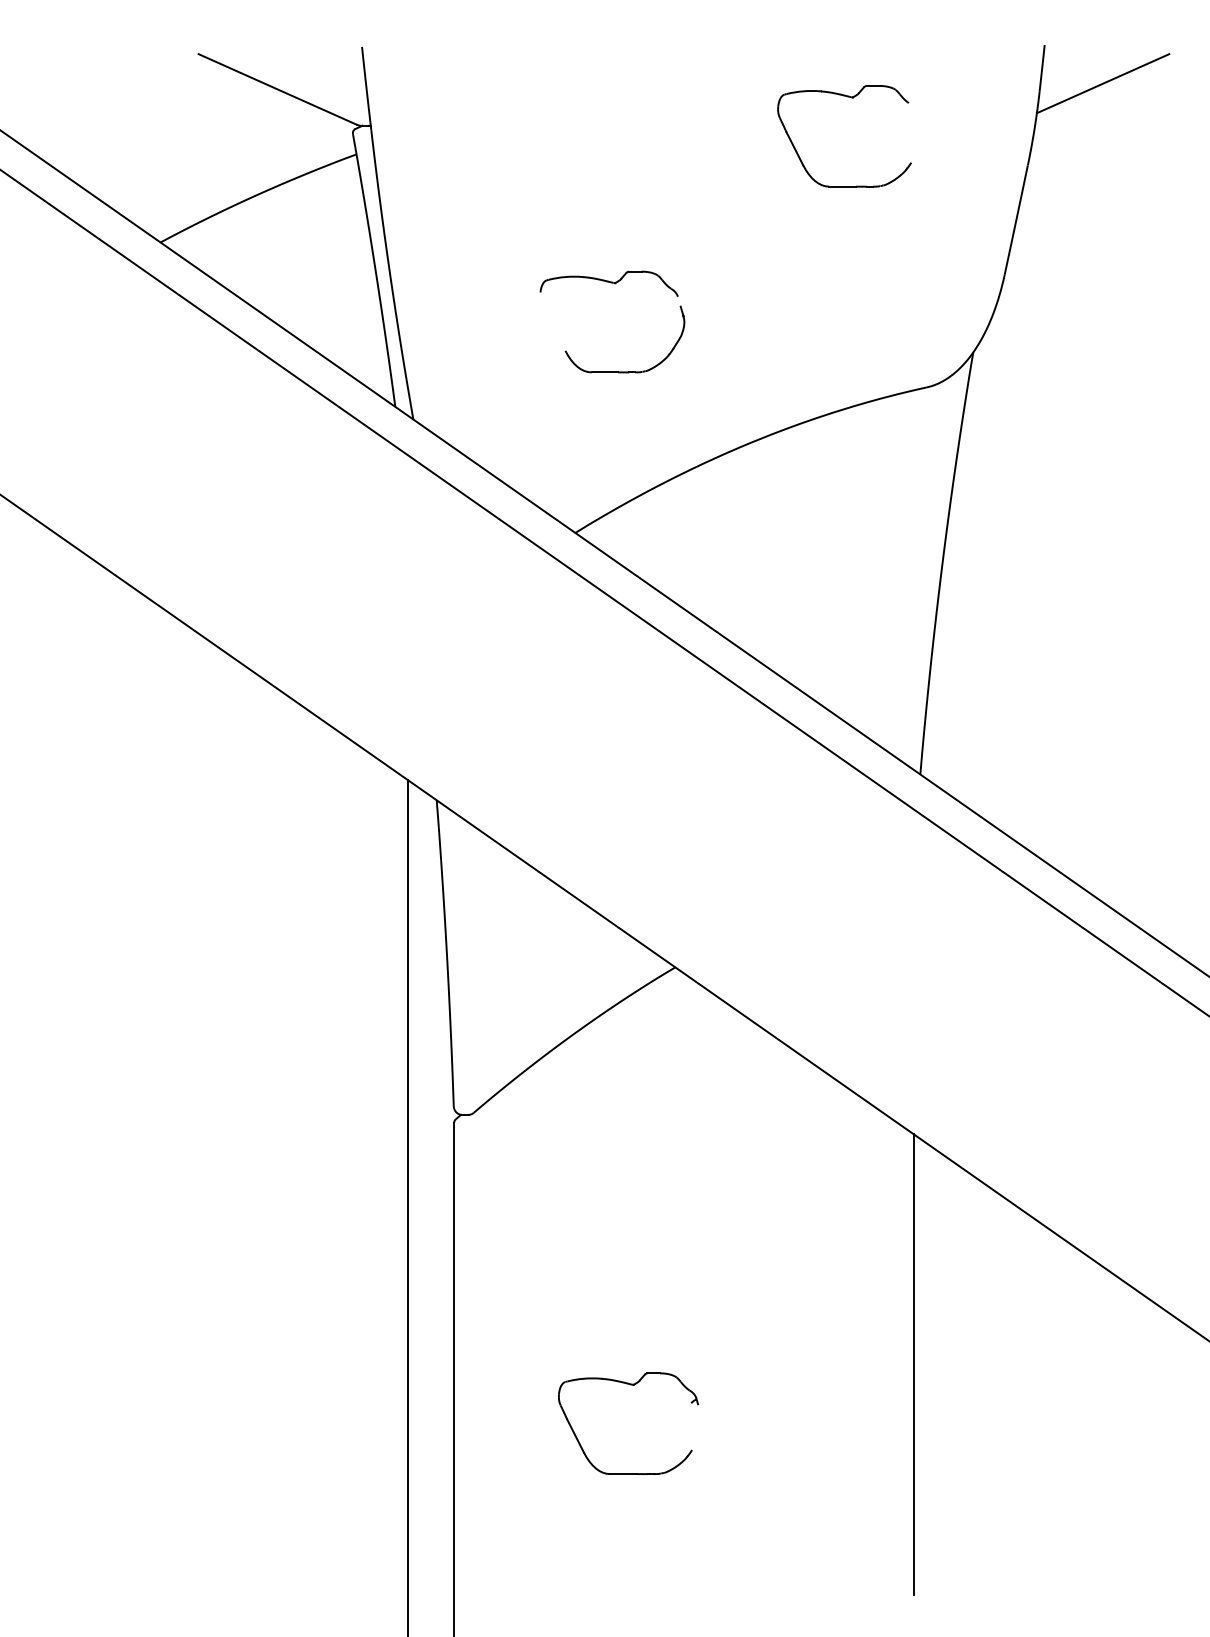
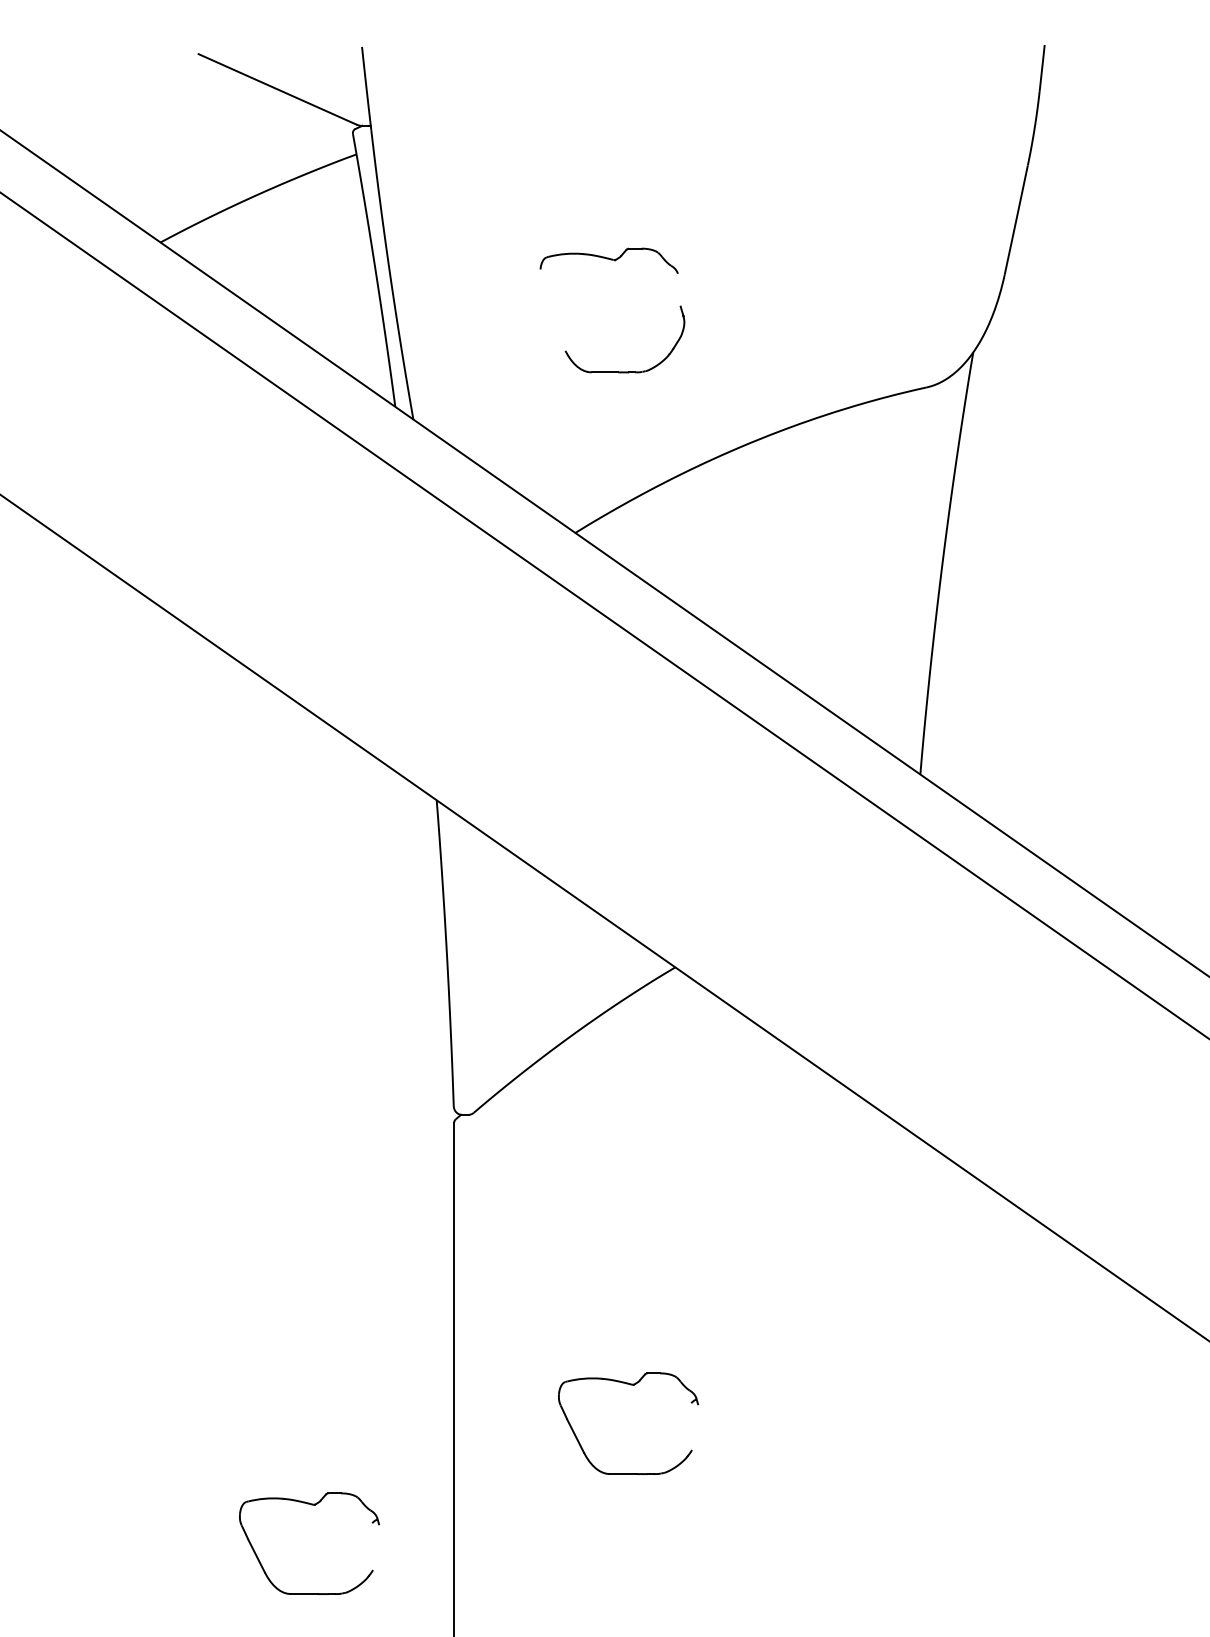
line at (1102, 83): present -> none
part at (851, 98): present -> none
part at (608, 283) position: (608, 283) -> (608, 260)
line at (604, 592) position: (604, 592) -> (604, 615)
line at (407, 1206): present -> none
line at (913, 1364): present -> none
part at (311, 1505): none -> present
